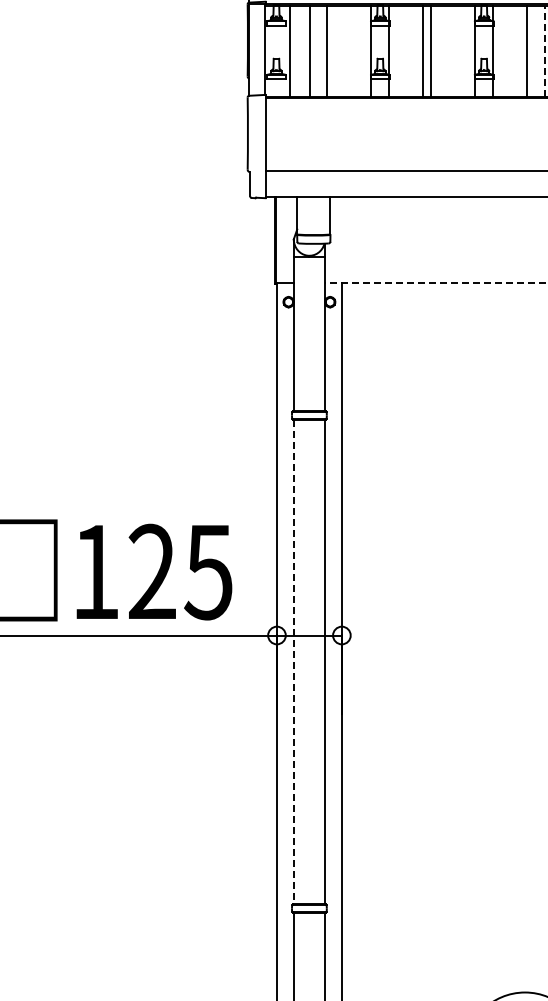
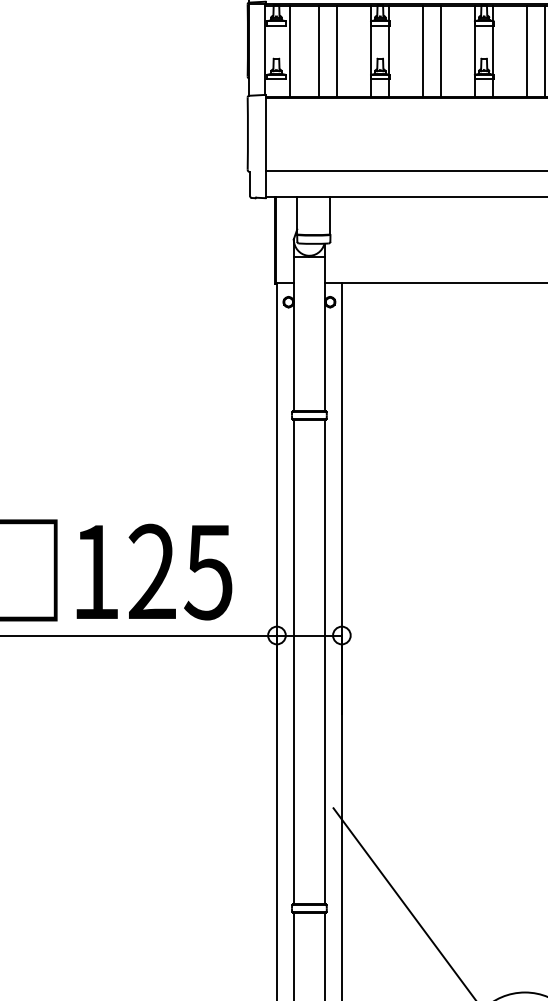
line at (310, 51) position: (310, 51) -> (319, 51)
line at (327, 51) position: (327, 51) -> (337, 51)
line at (431, 51) position: (431, 51) -> (441, 51)
line at (545, 51): dashed -> solid
line at (435, 282): dashed -> solid
line at (293, 662): dashed -> solid
line at (403, 902): none -> present
